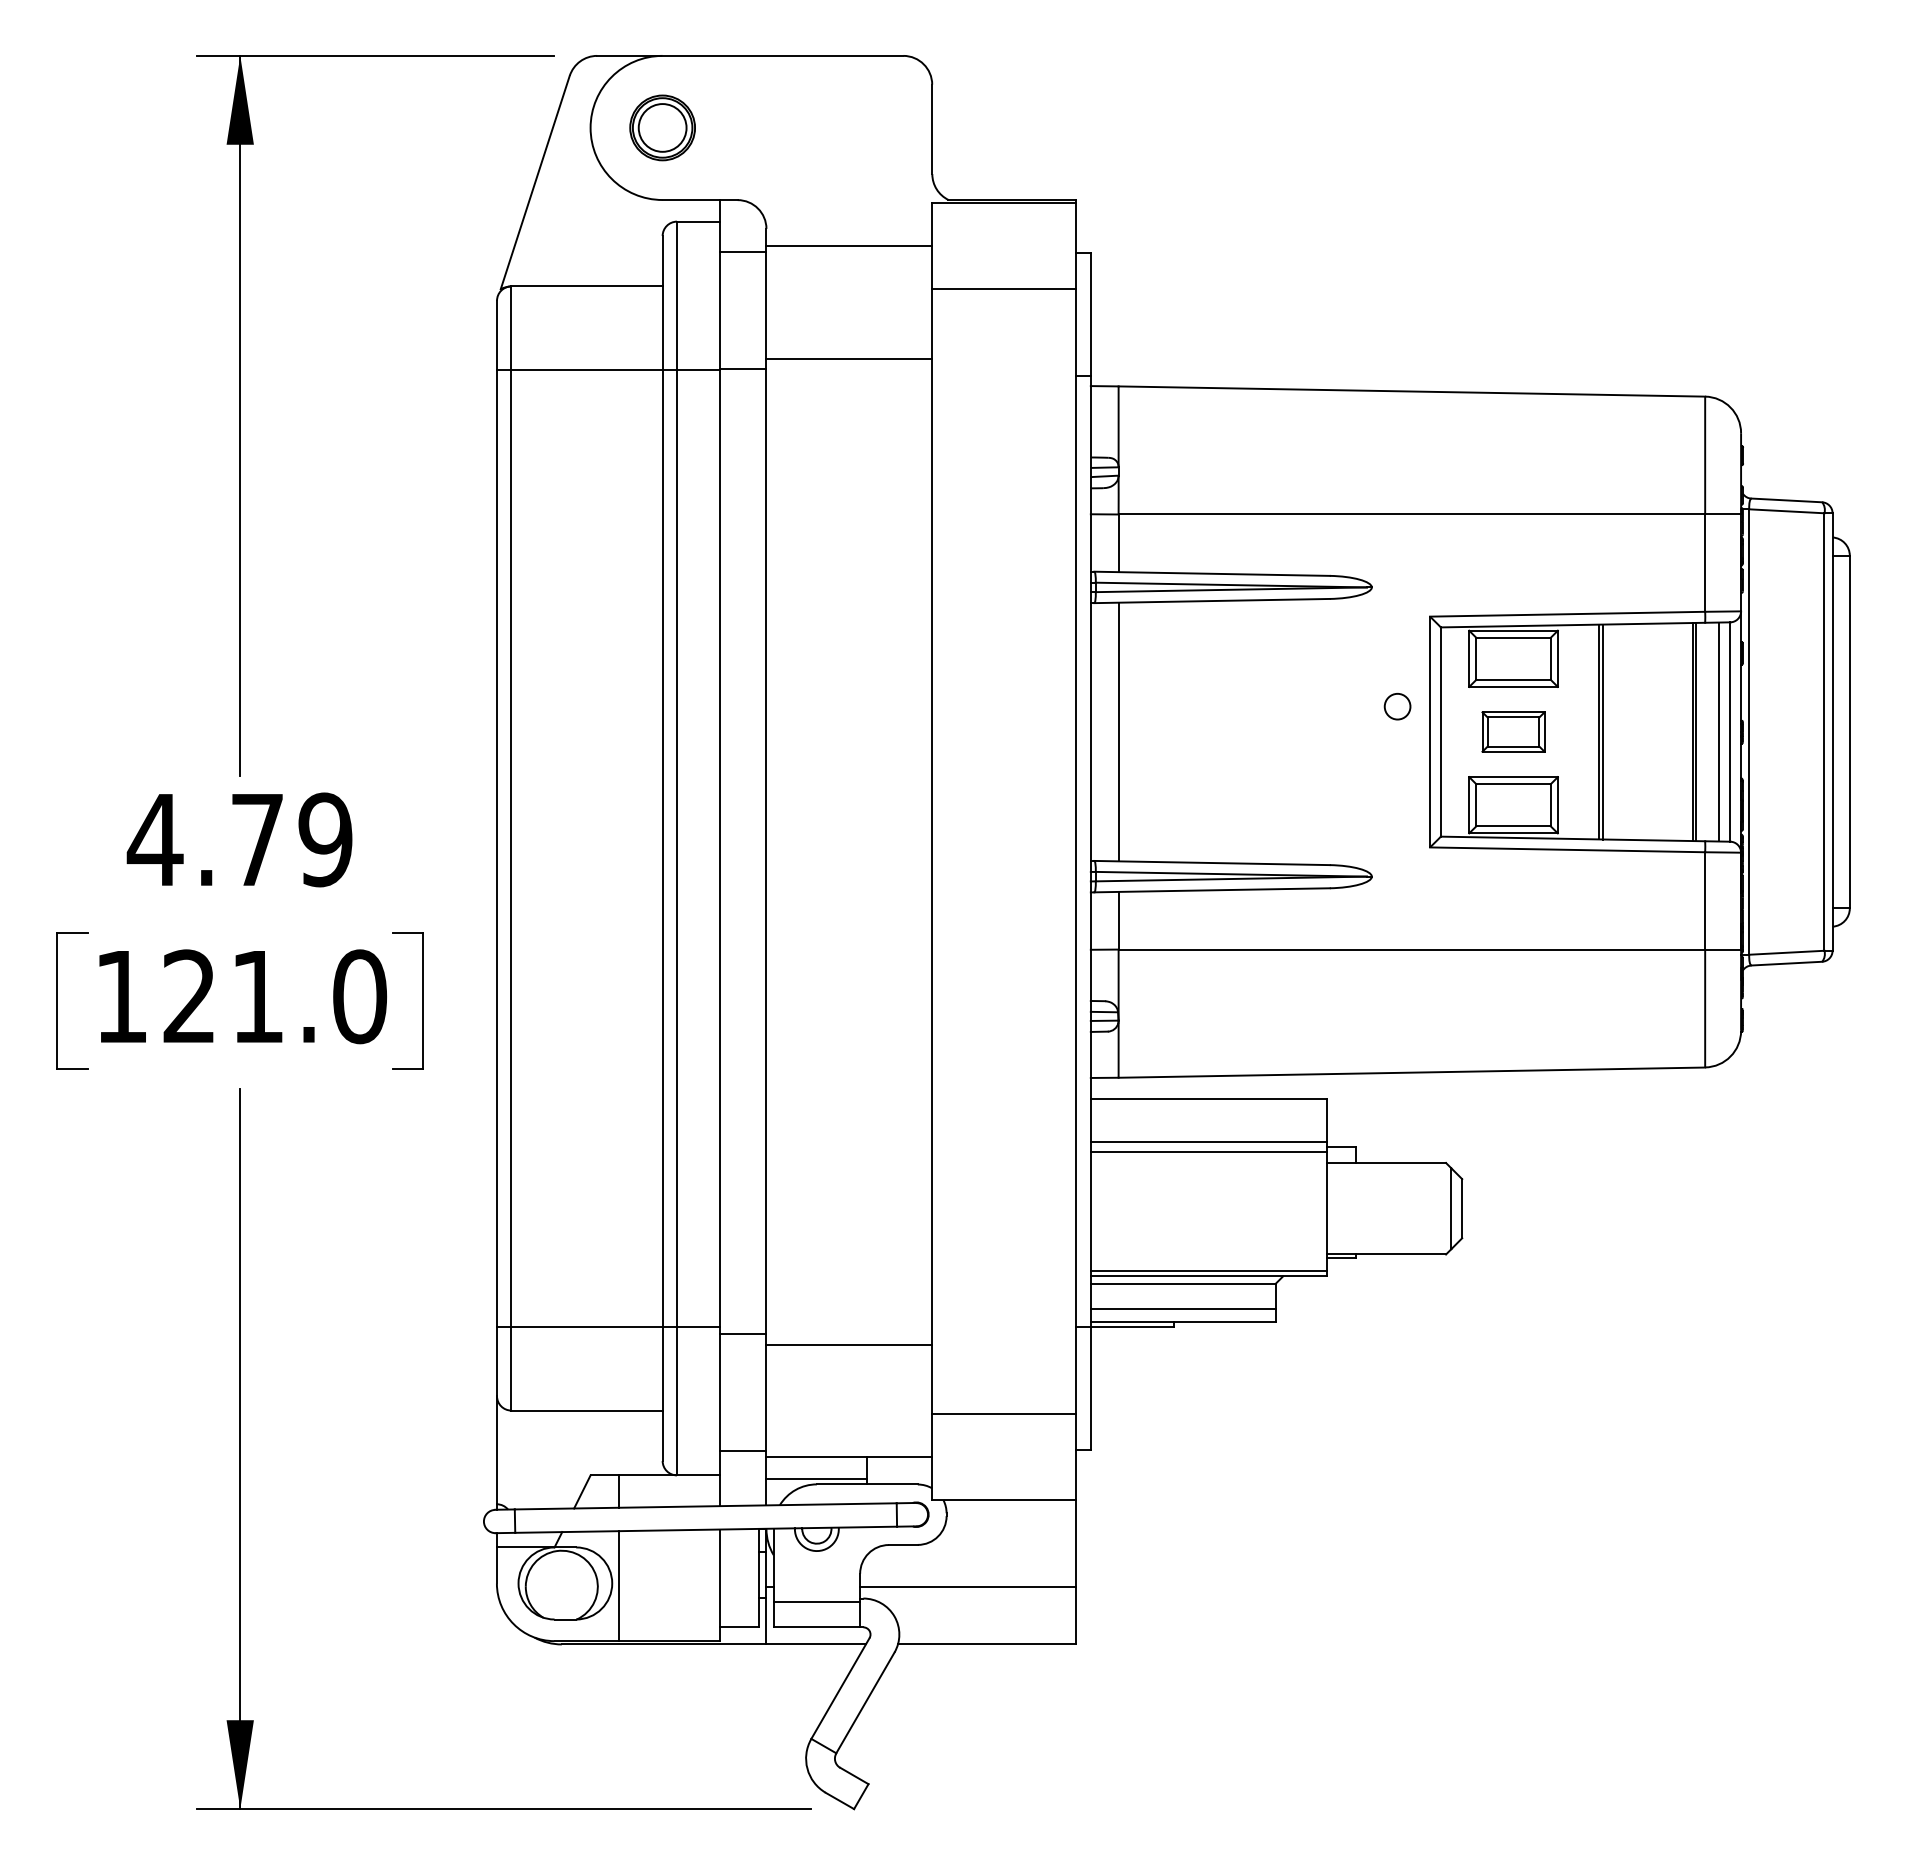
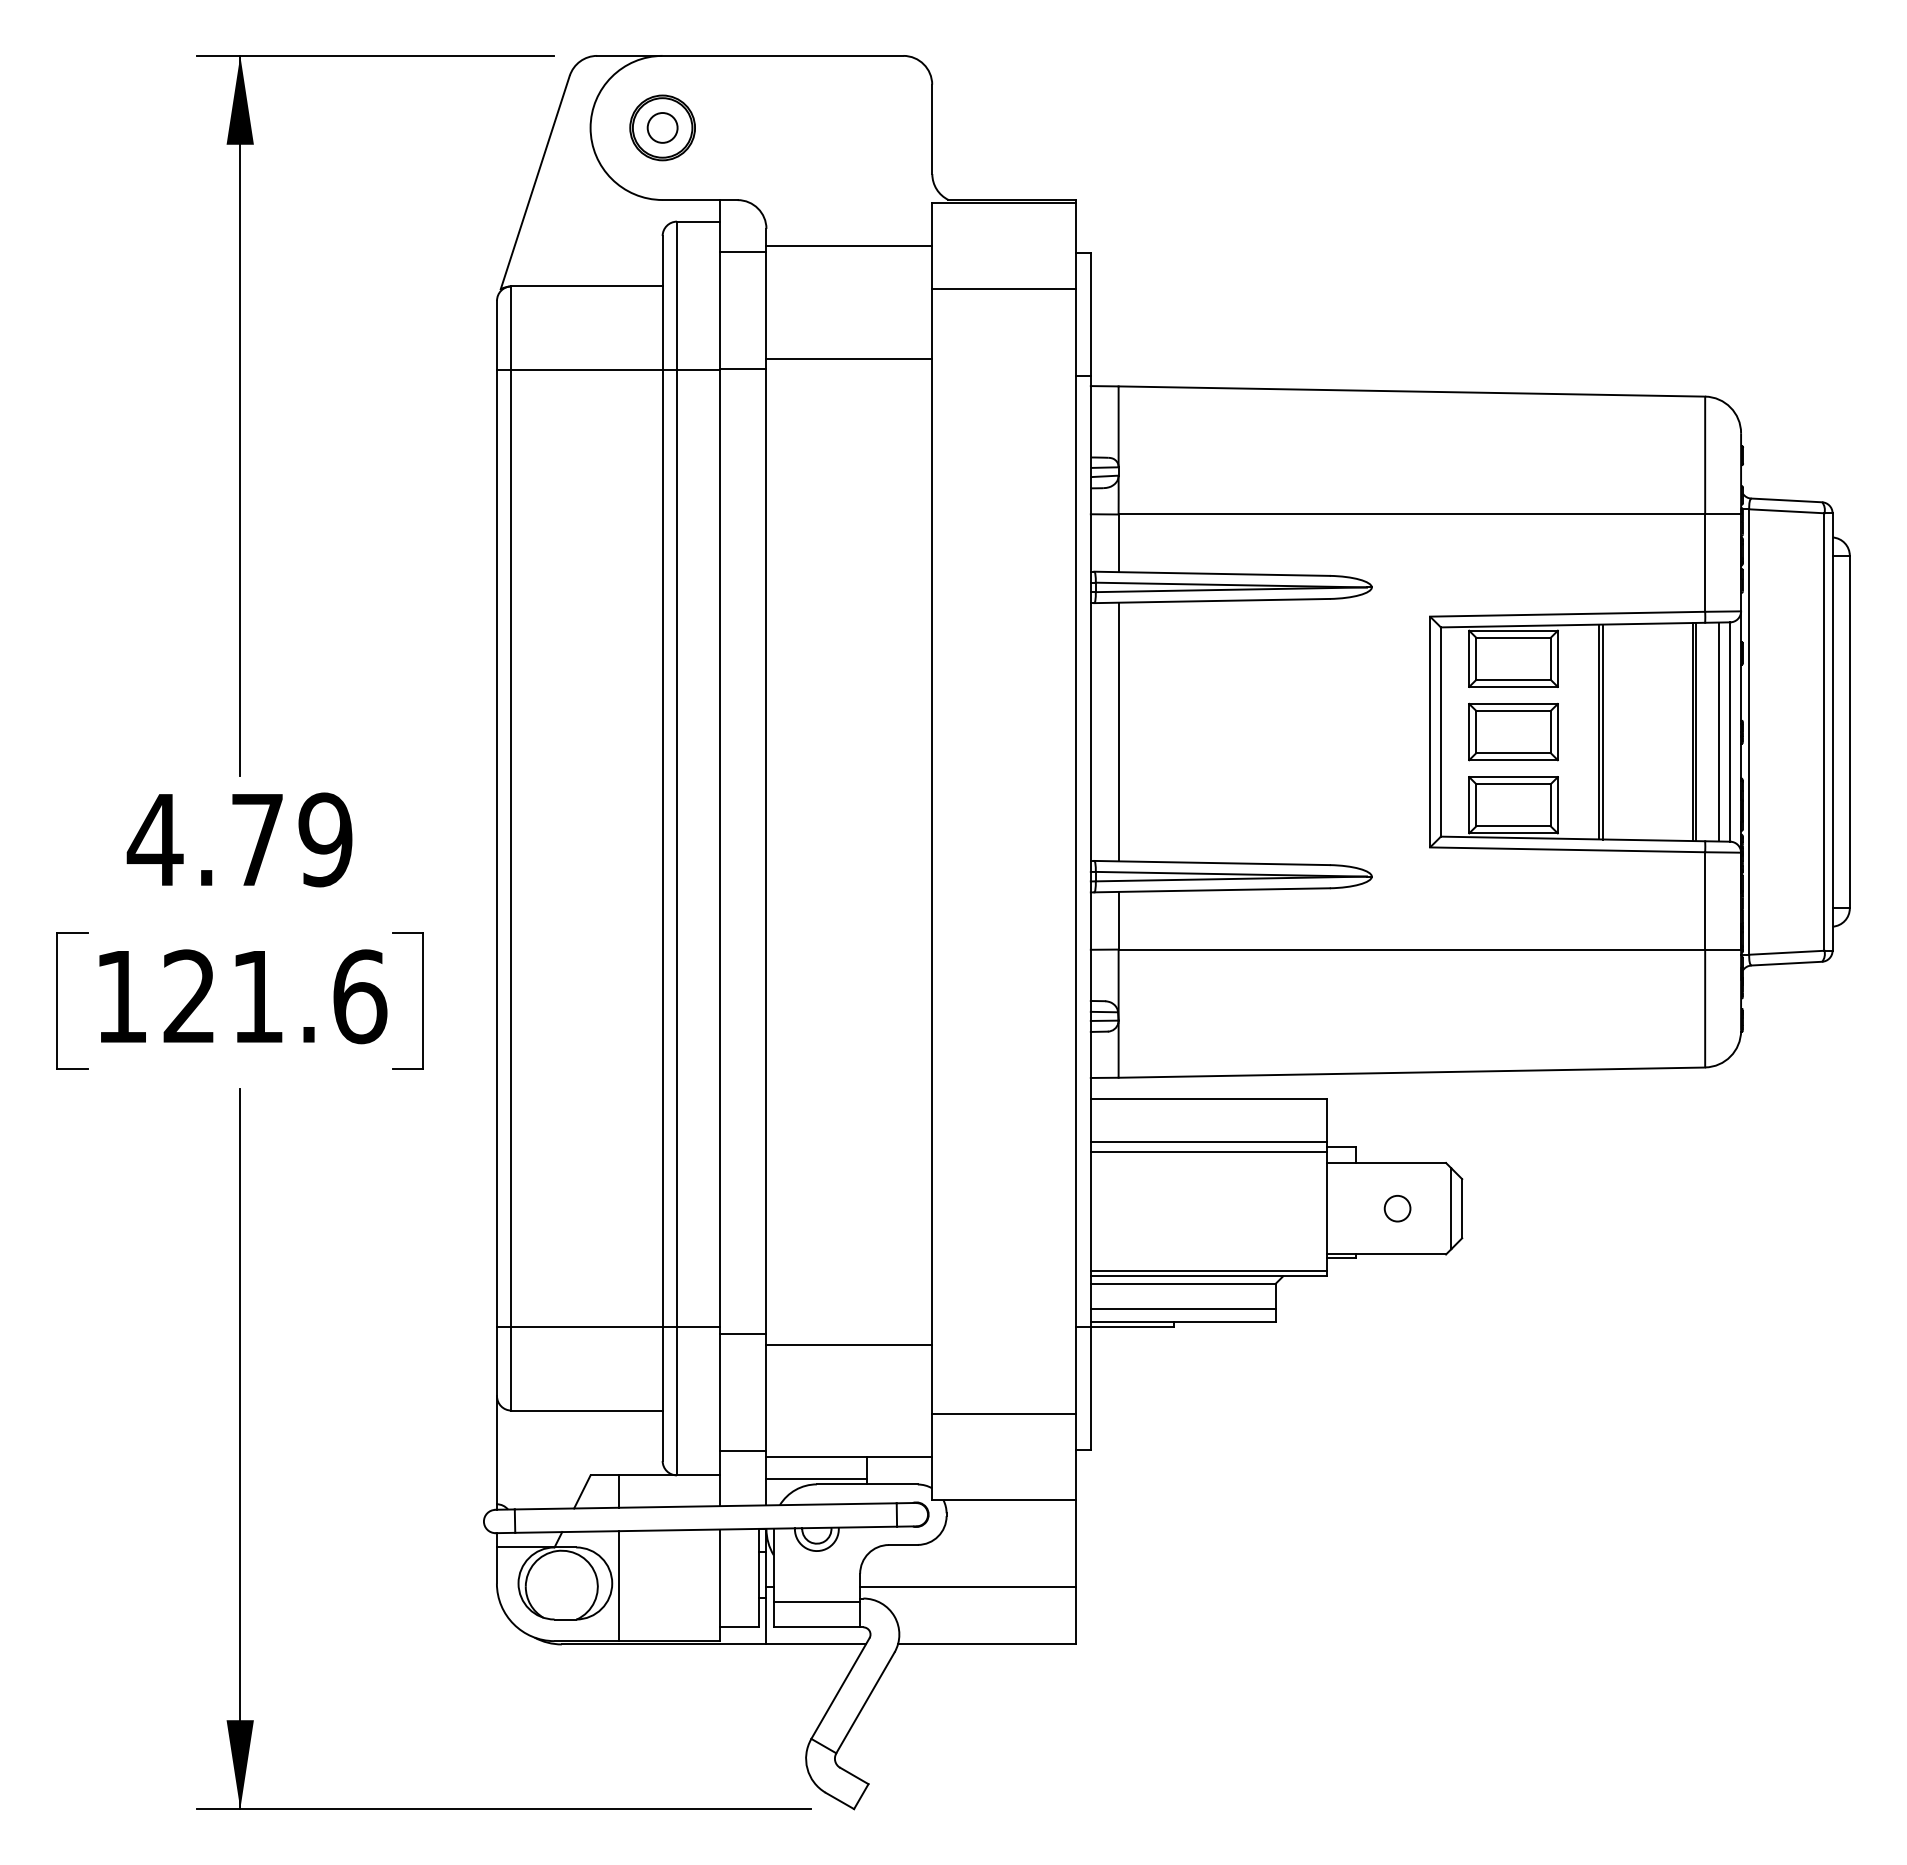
circle at (662, 127) diameter: 48 px -> 30 px
circle at (1397, 706) position: (1397, 706) -> (1397, 1208)
part at (1513, 731) size: 65x42 px -> 91x60 px
text at (360, 996): 121.0 -> 121.6
